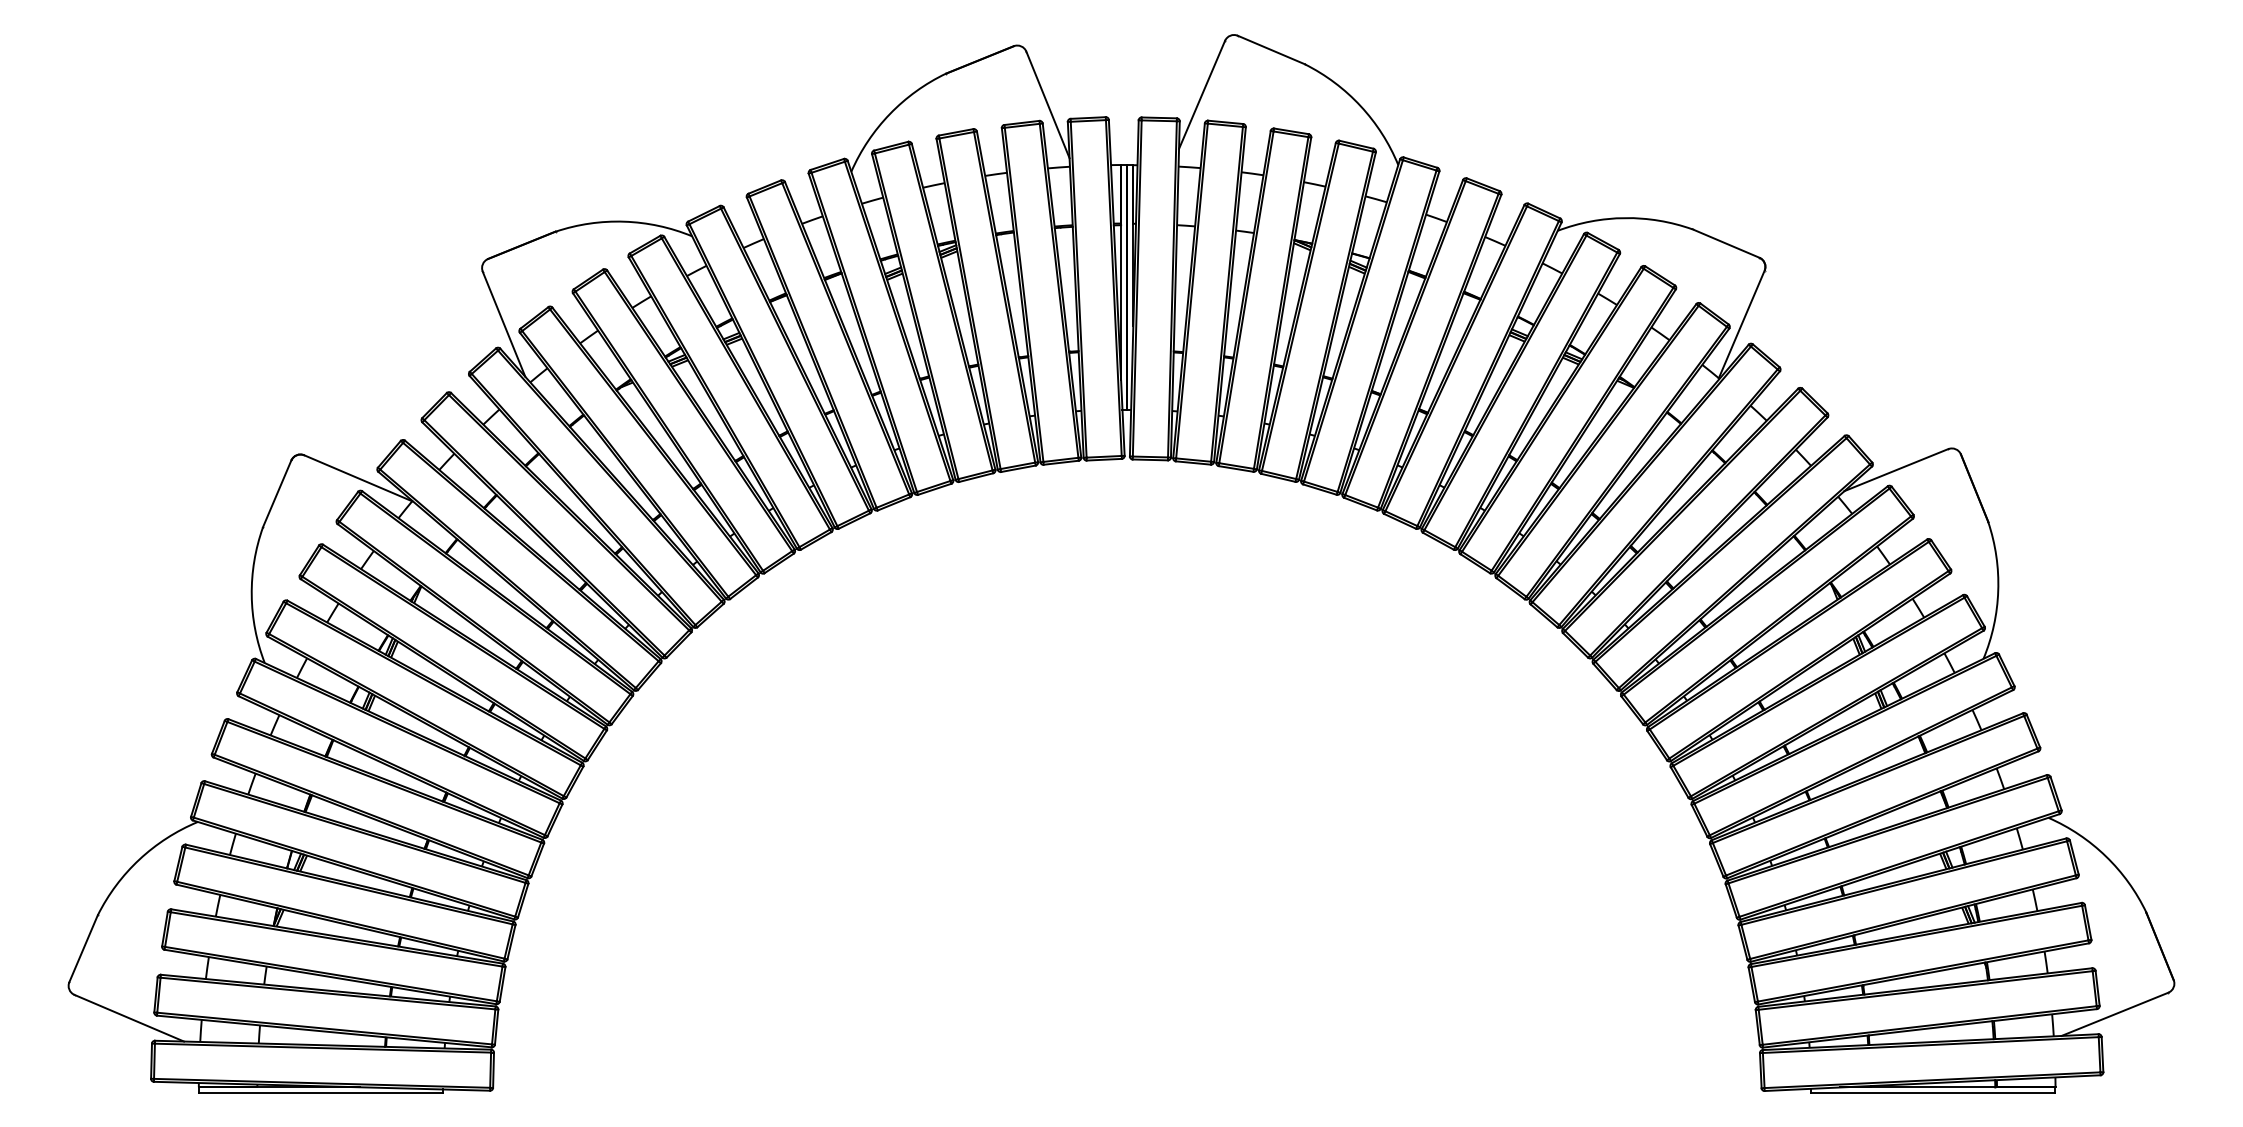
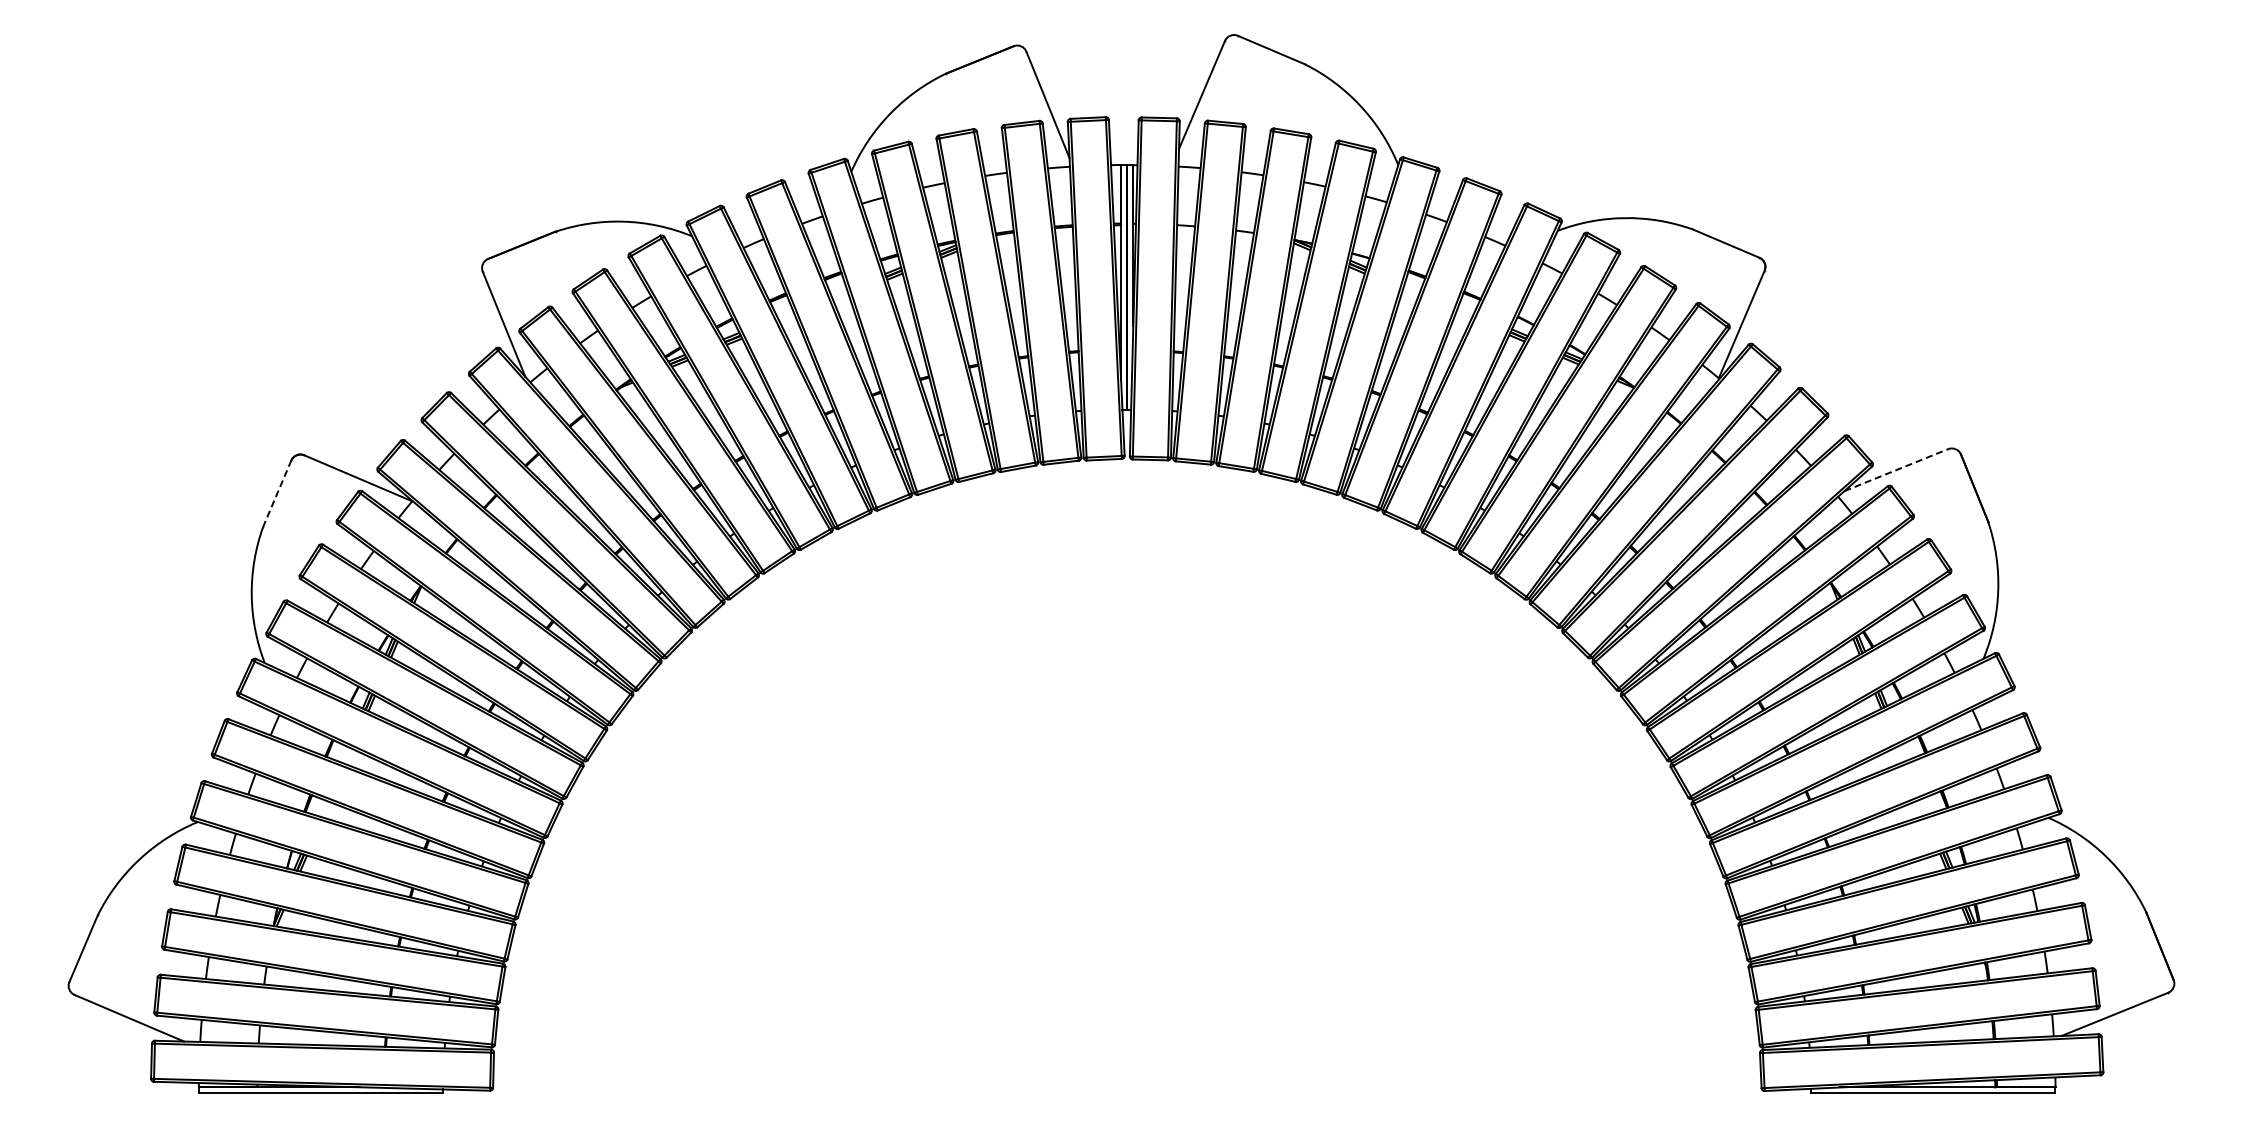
line at (1896, 470): solid -> dashed
line at (277, 493): solid -> dashed
